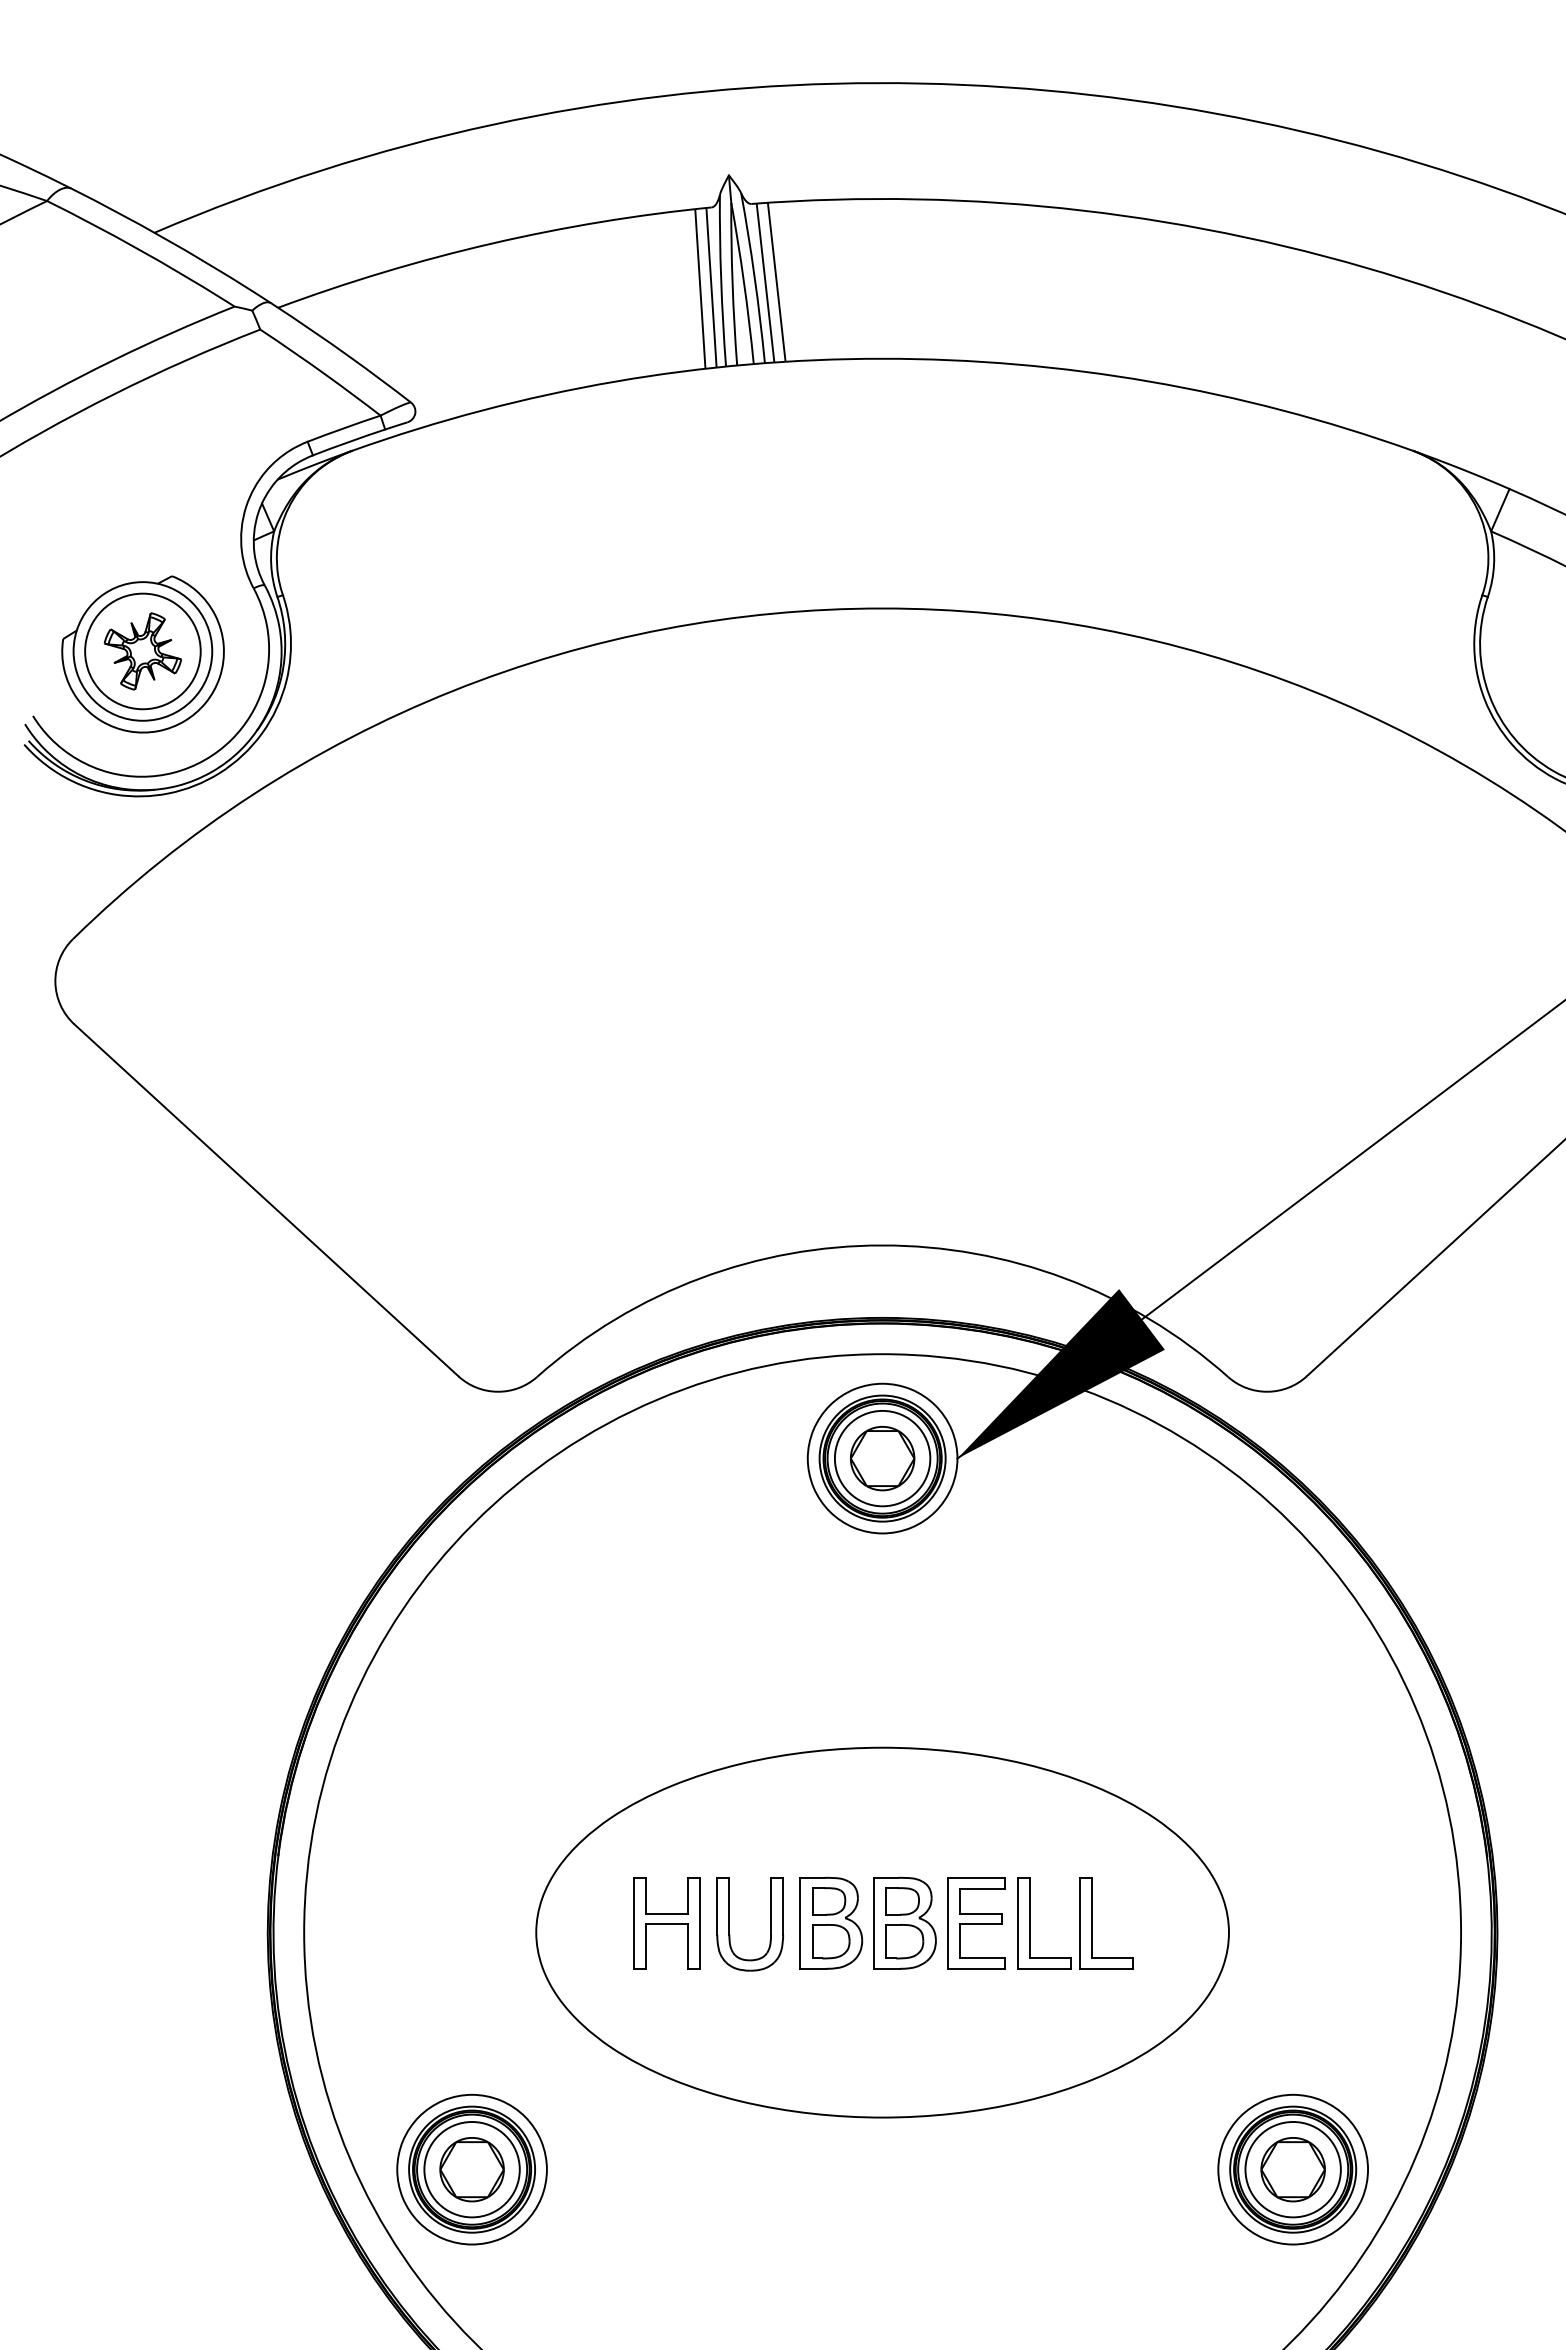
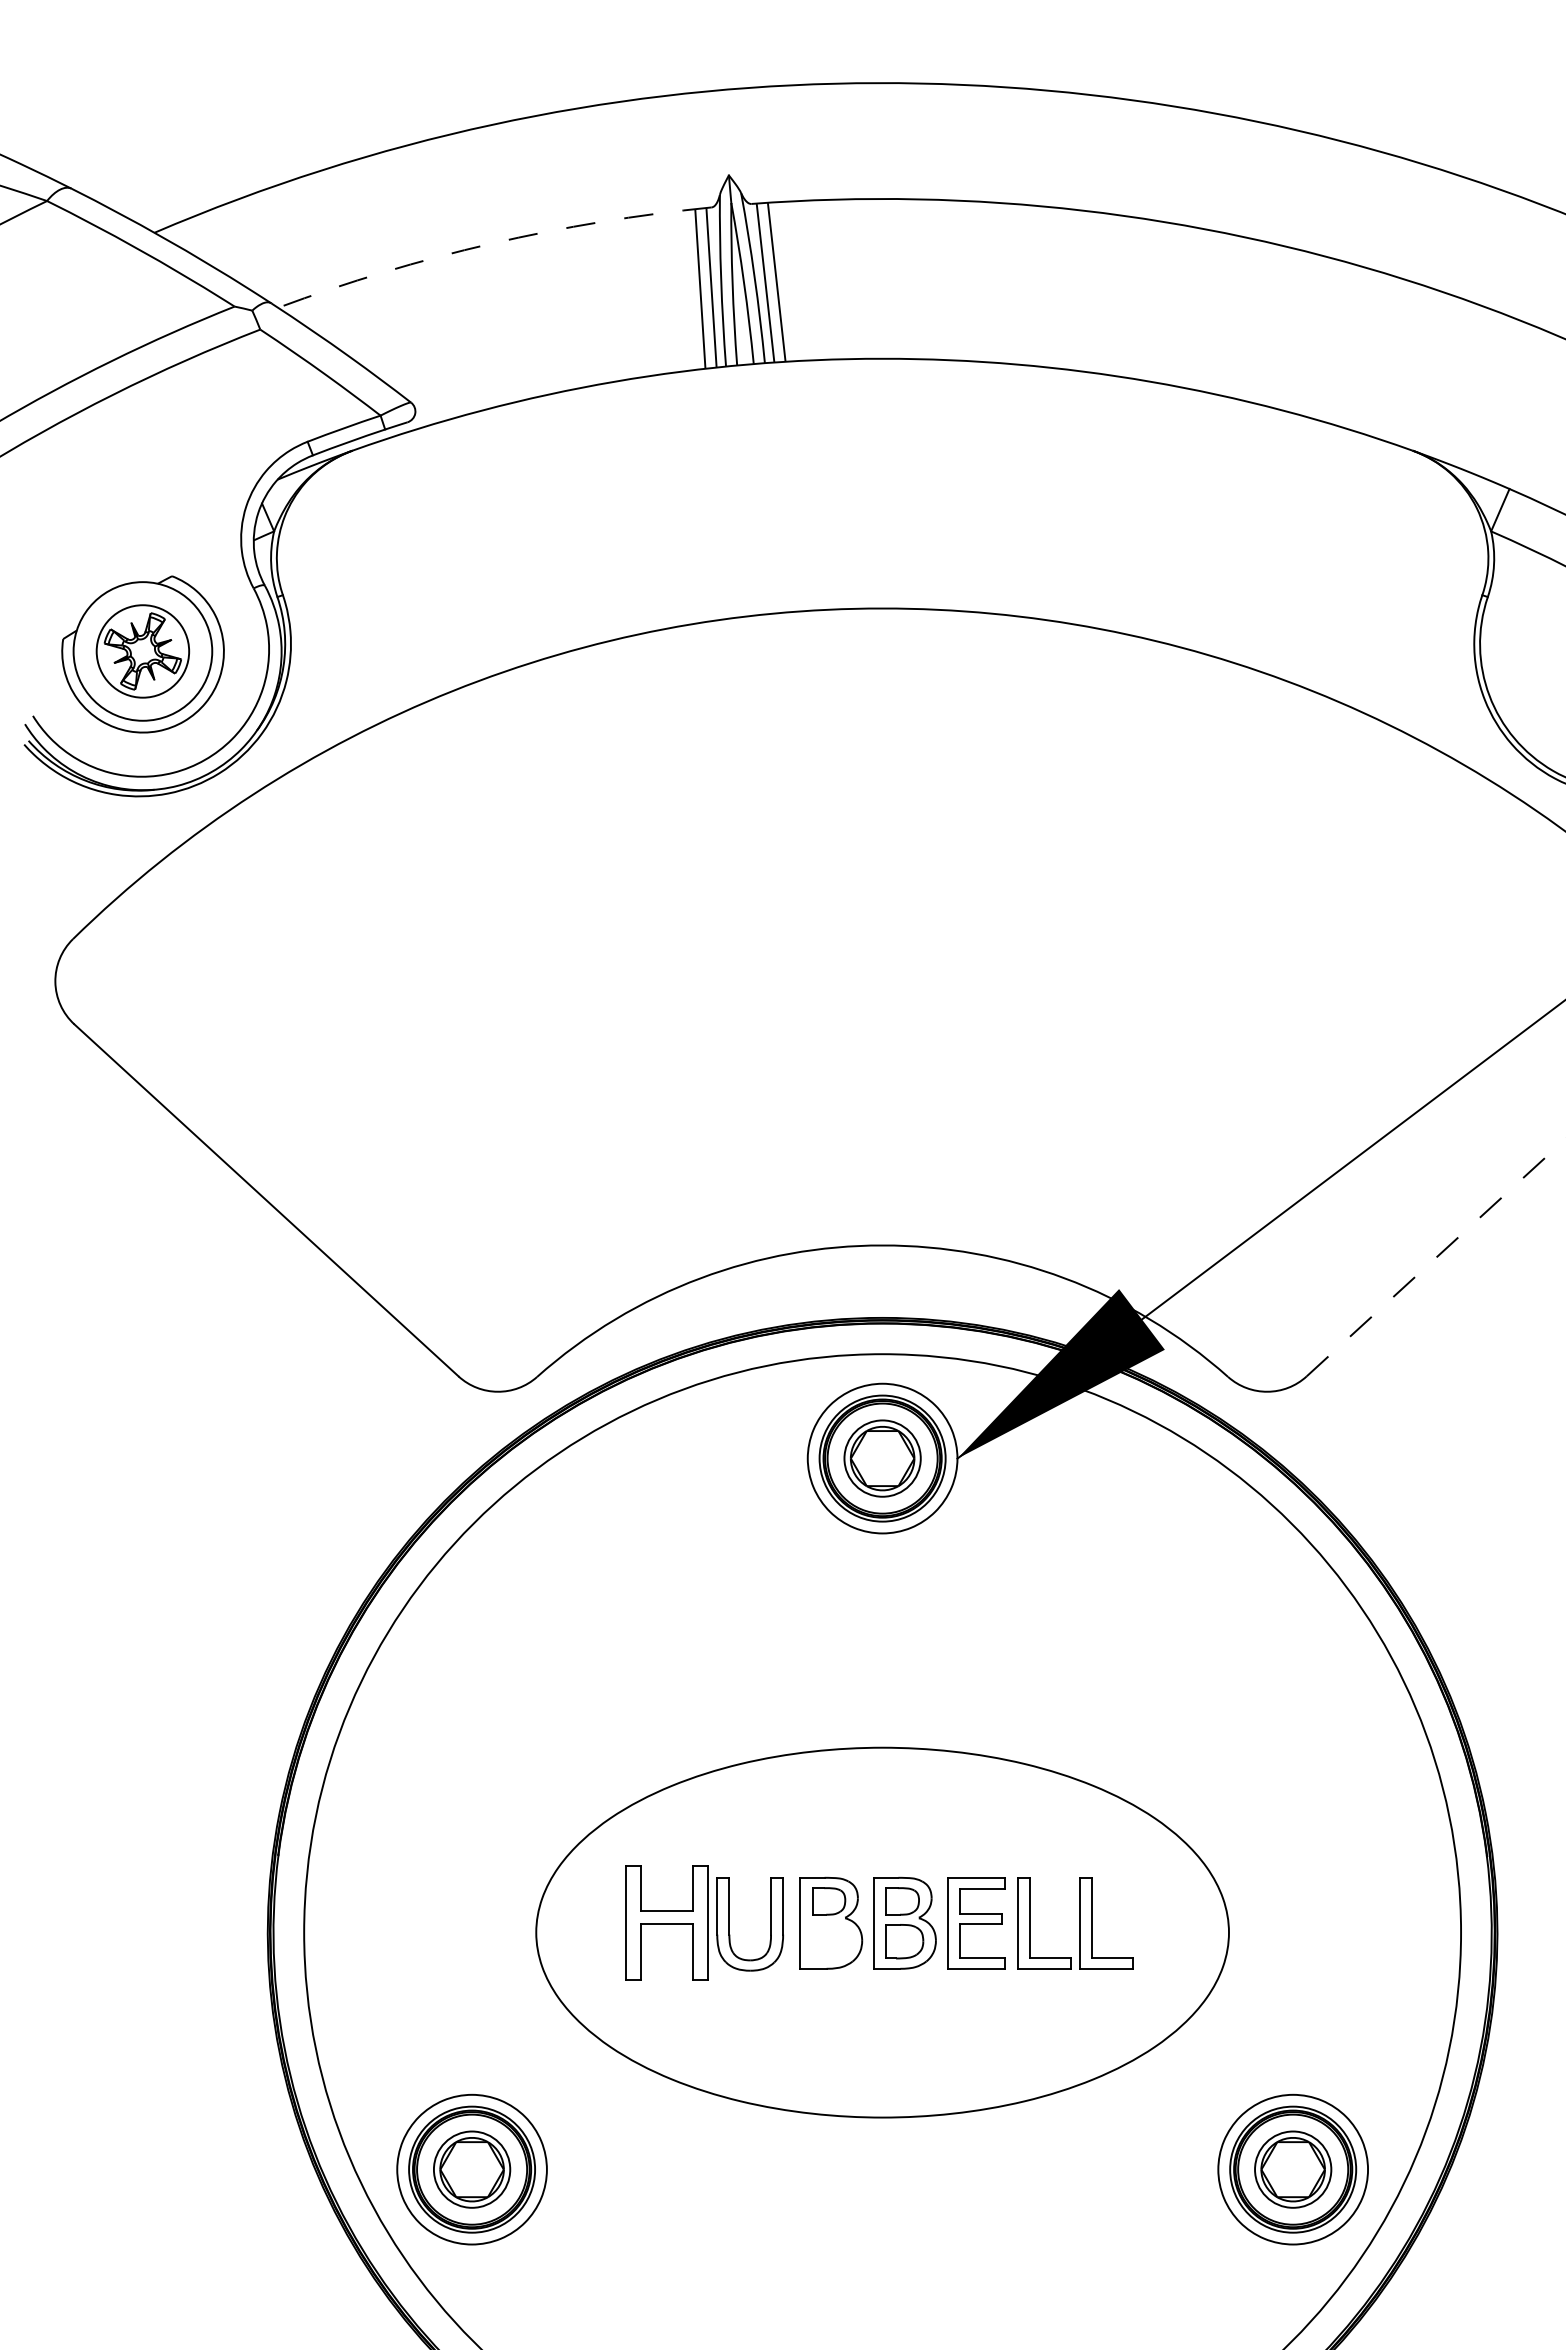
arc at (491, 243): solid -> dashed
circle at (142, 651) diameter: 116 px -> 92 px
line at (1436, 1257): solid -> dashed
circle at (882, 1458) diameter: 95 px -> 76 px
part at (666, 1923) size: 68x93 px -> 84x116 px
part at (831, 1941): present -> none
circle at (471, 2169) diameter: 95 px -> 76 px
circle at (1292, 2169) diameter: 95 px -> 76 px
